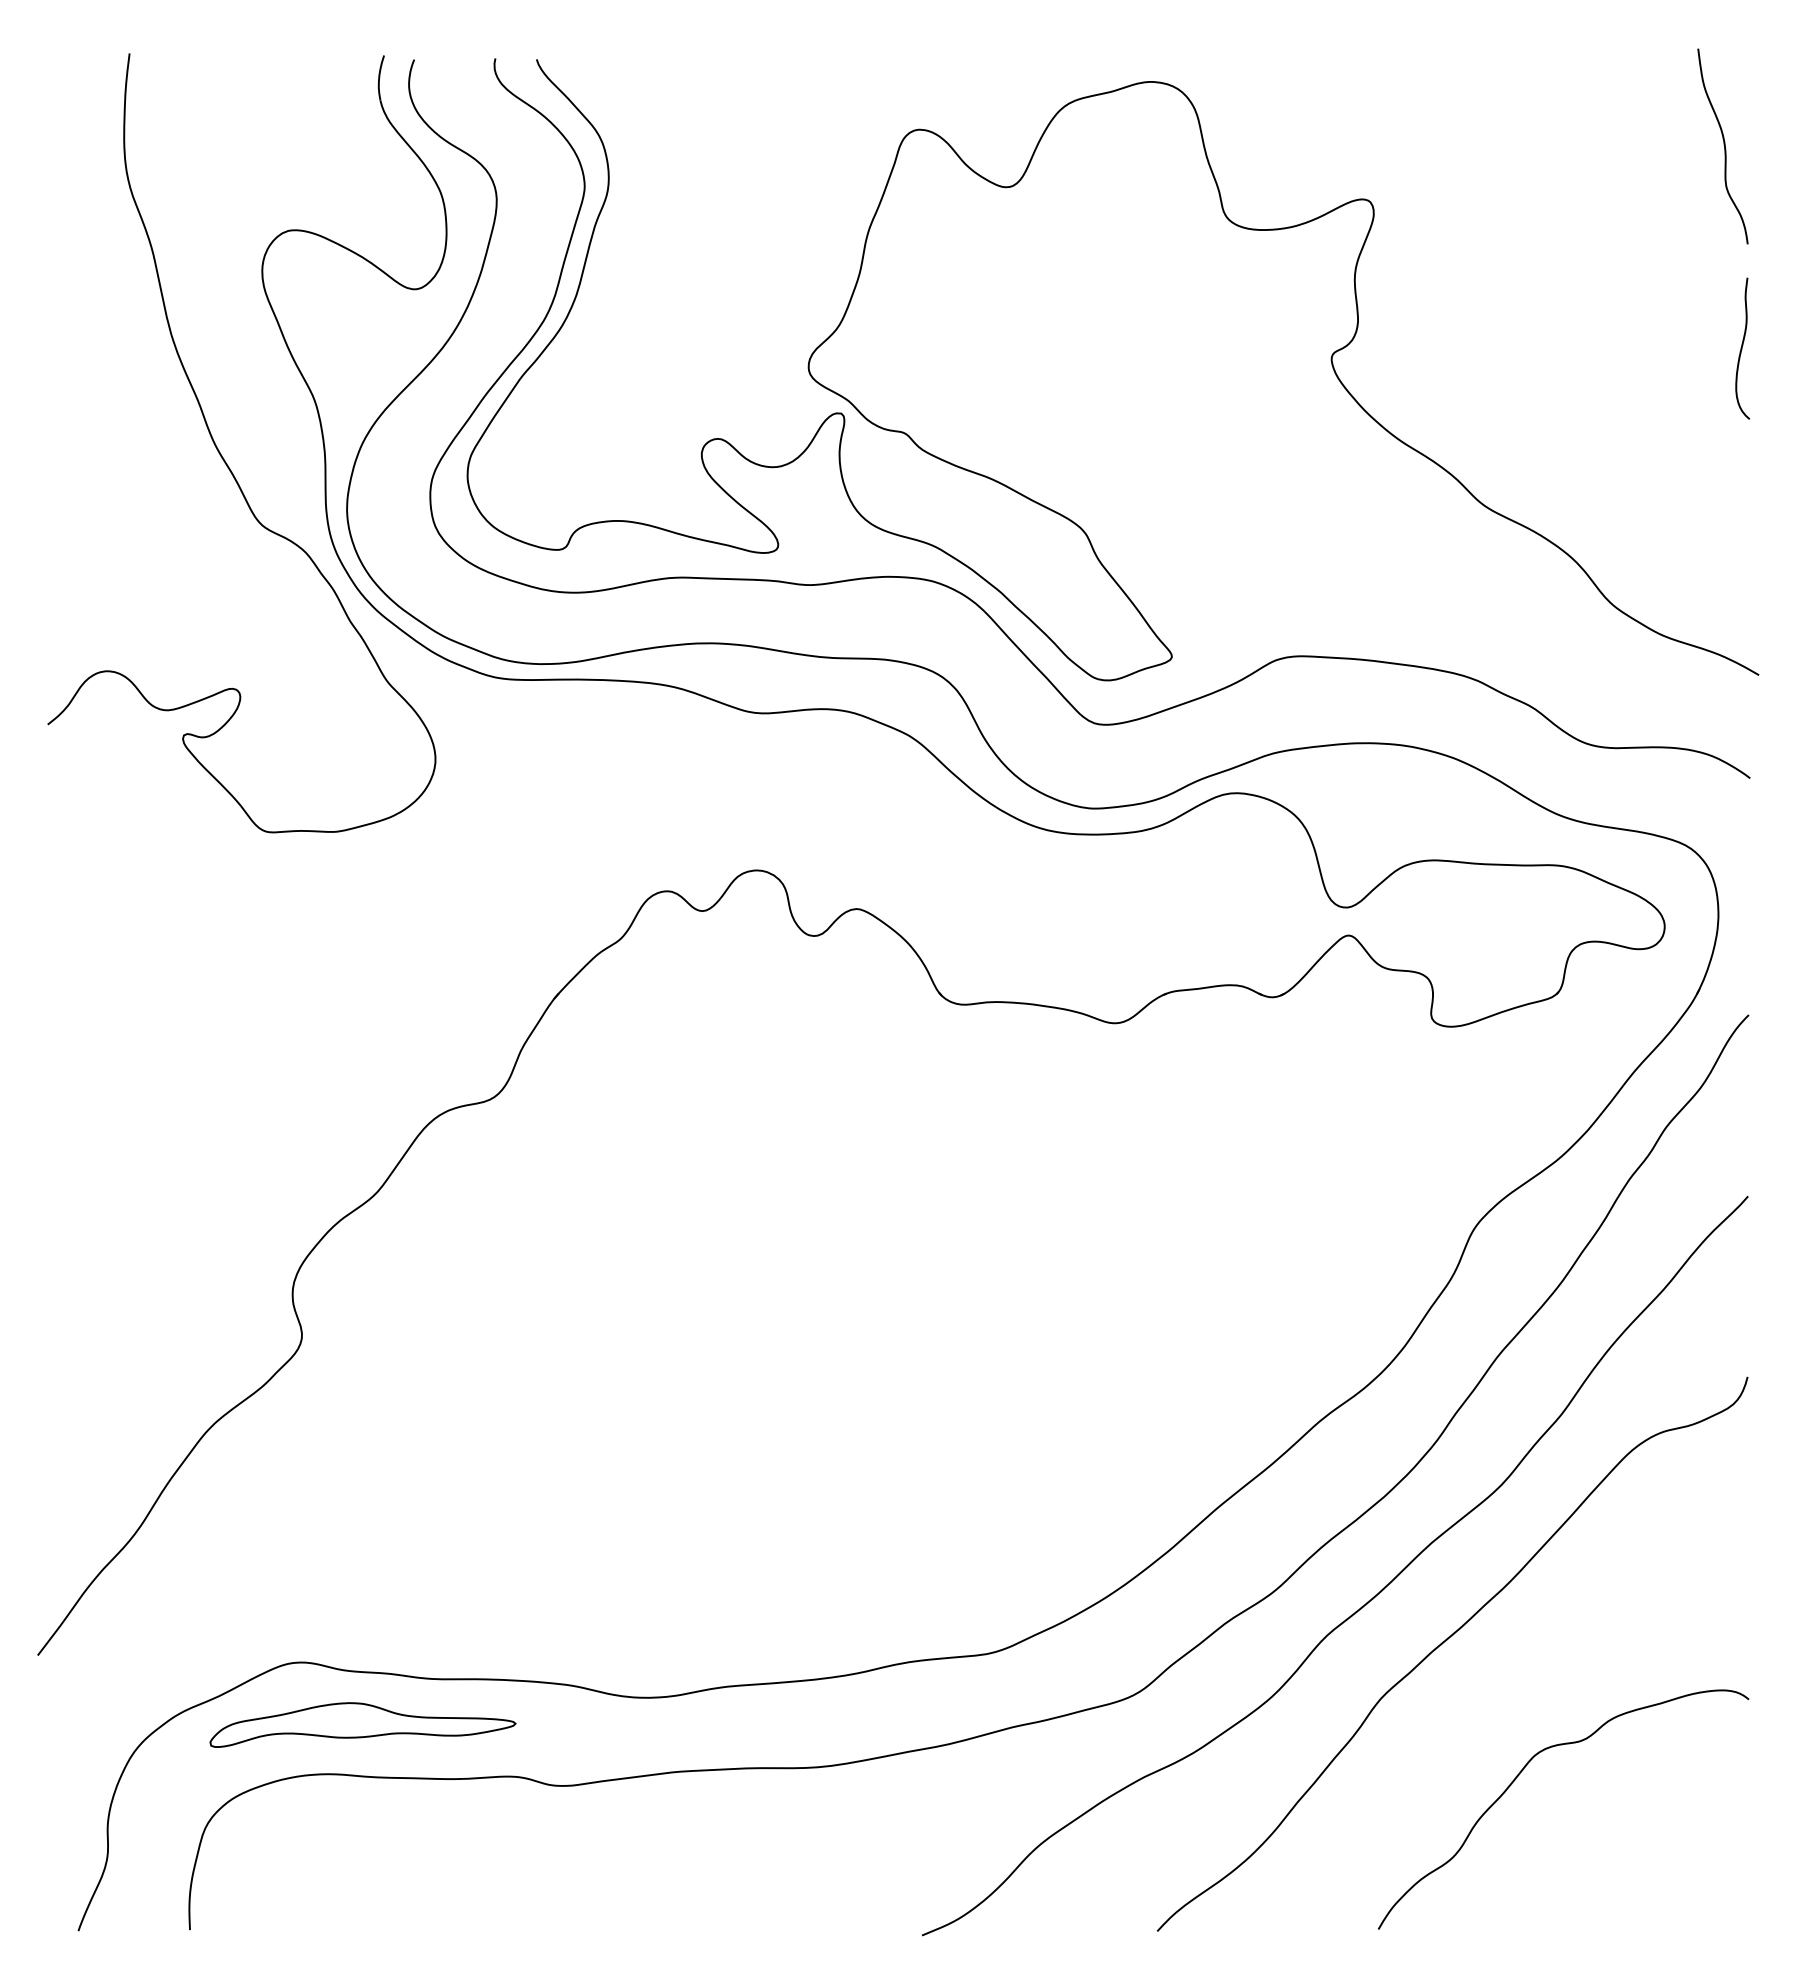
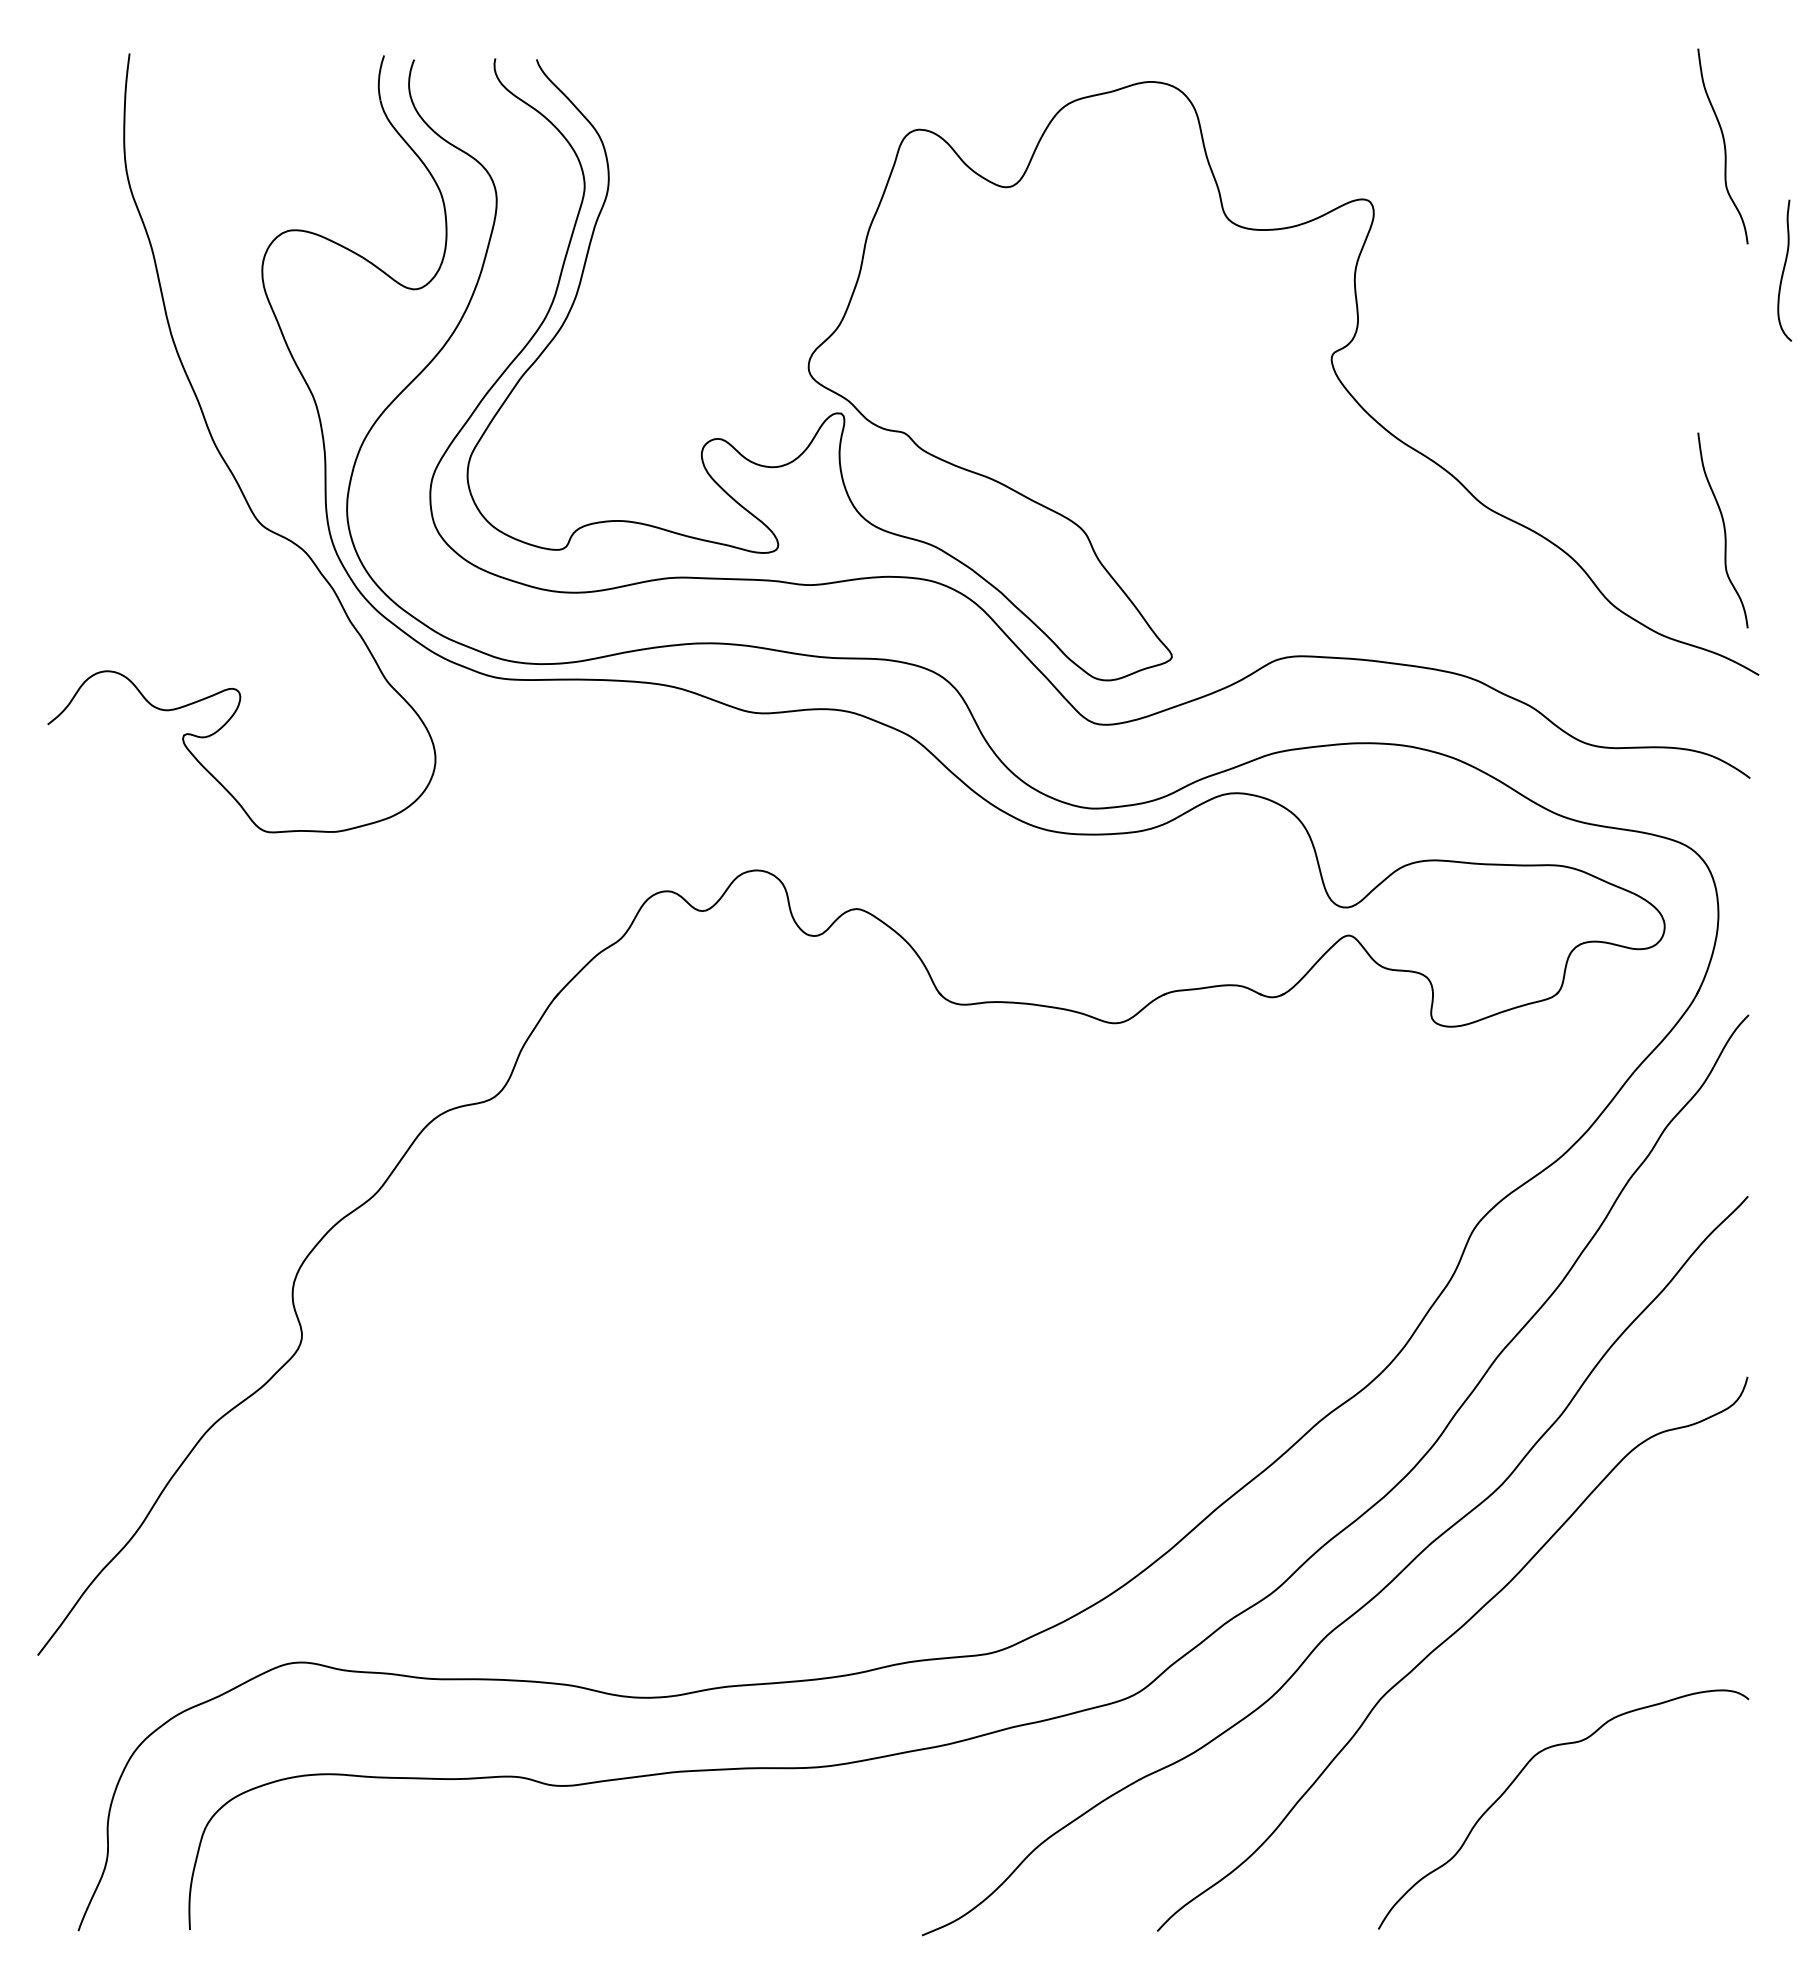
curve at (1742, 348) position: (1742, 348) -> (1784, 270)
curve at (1723, 529): none -> present
part at (362, 1724): present -> none
